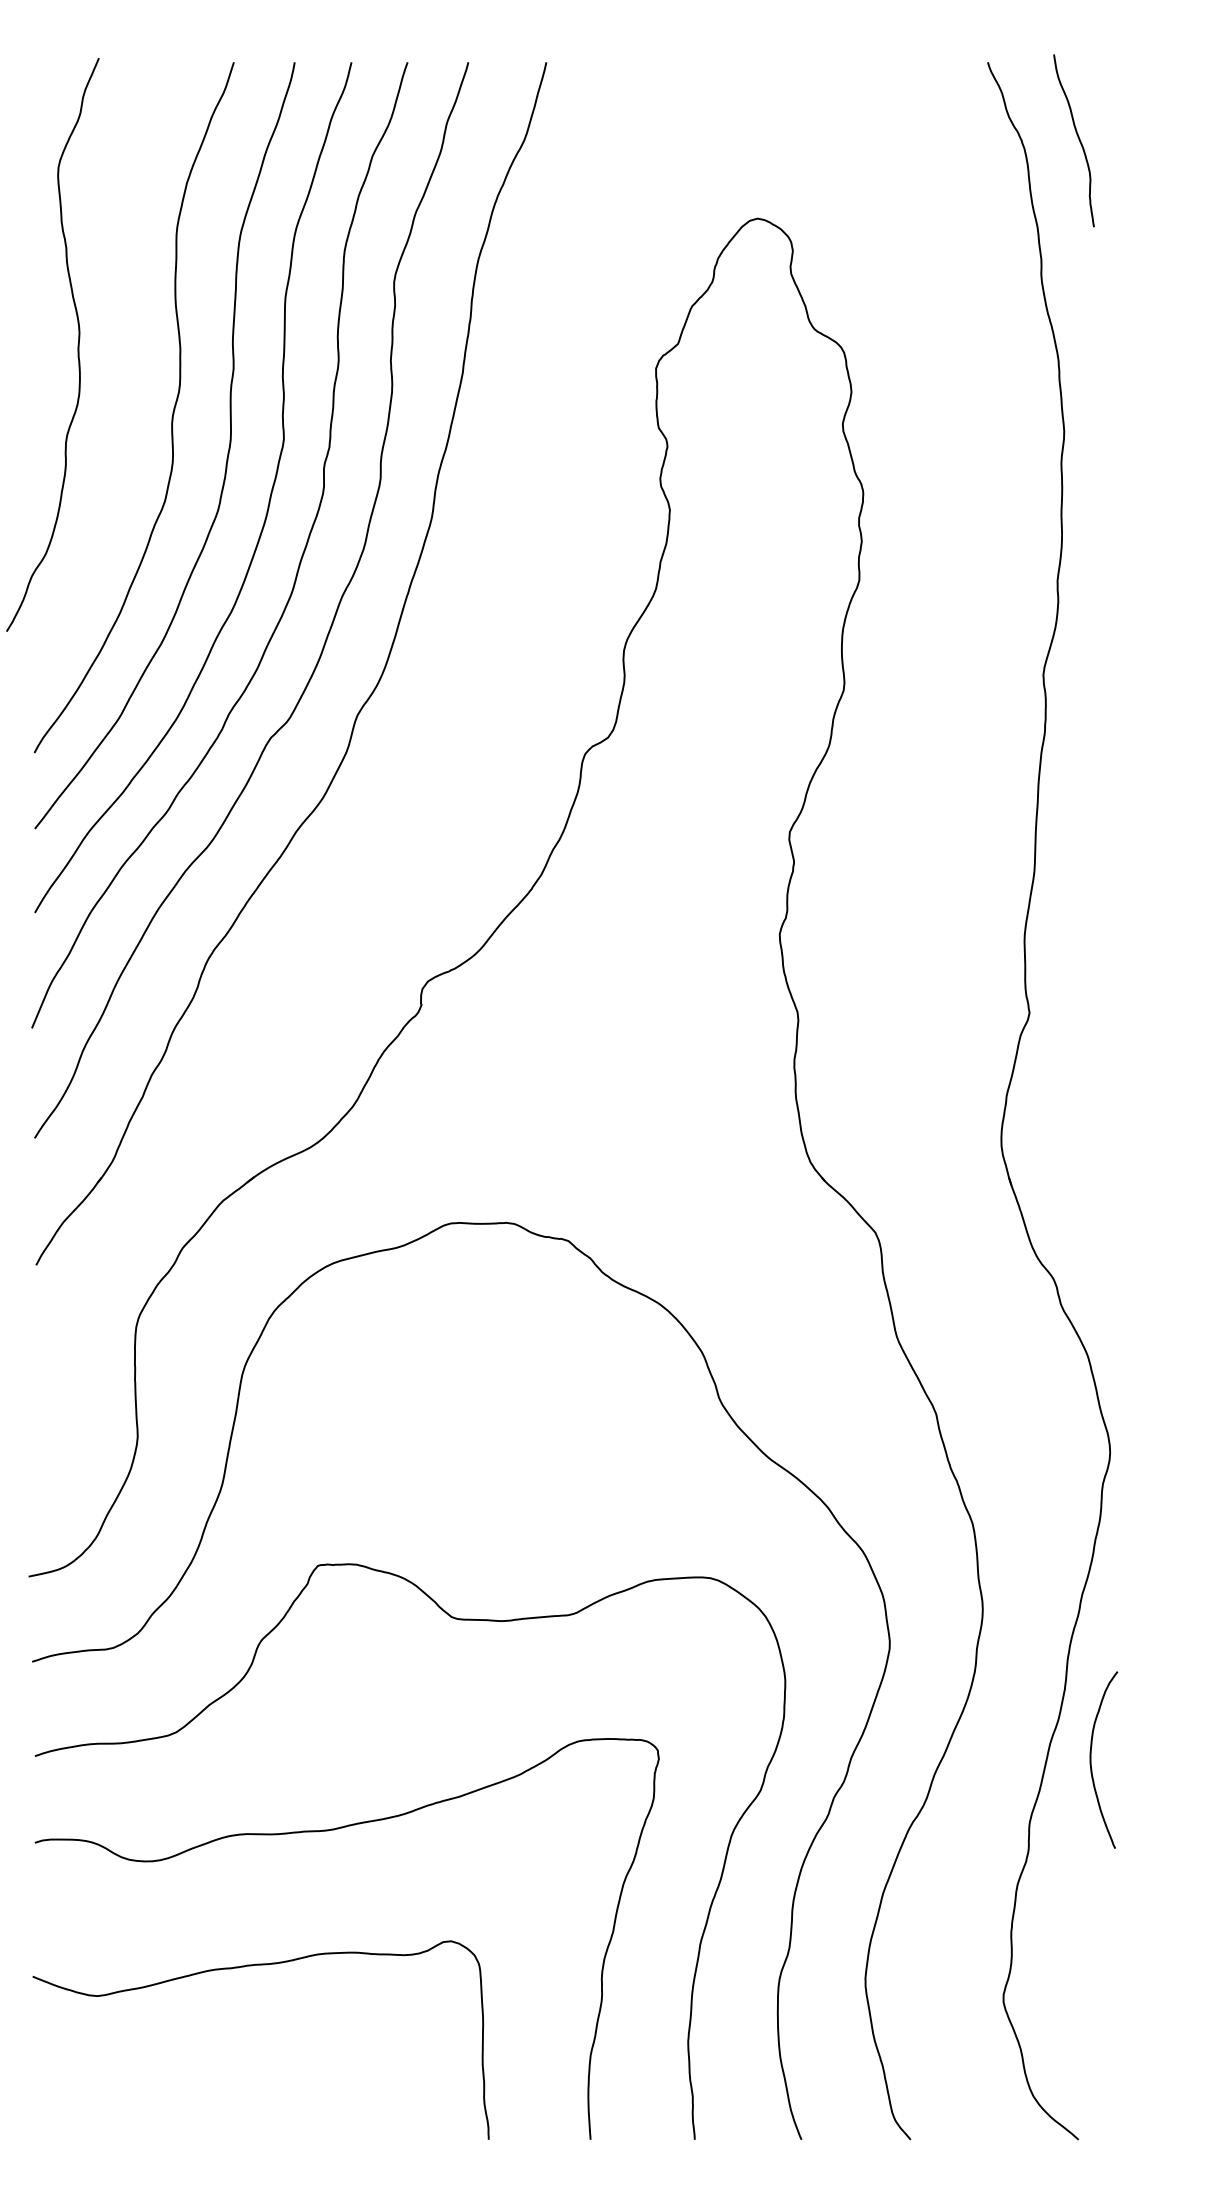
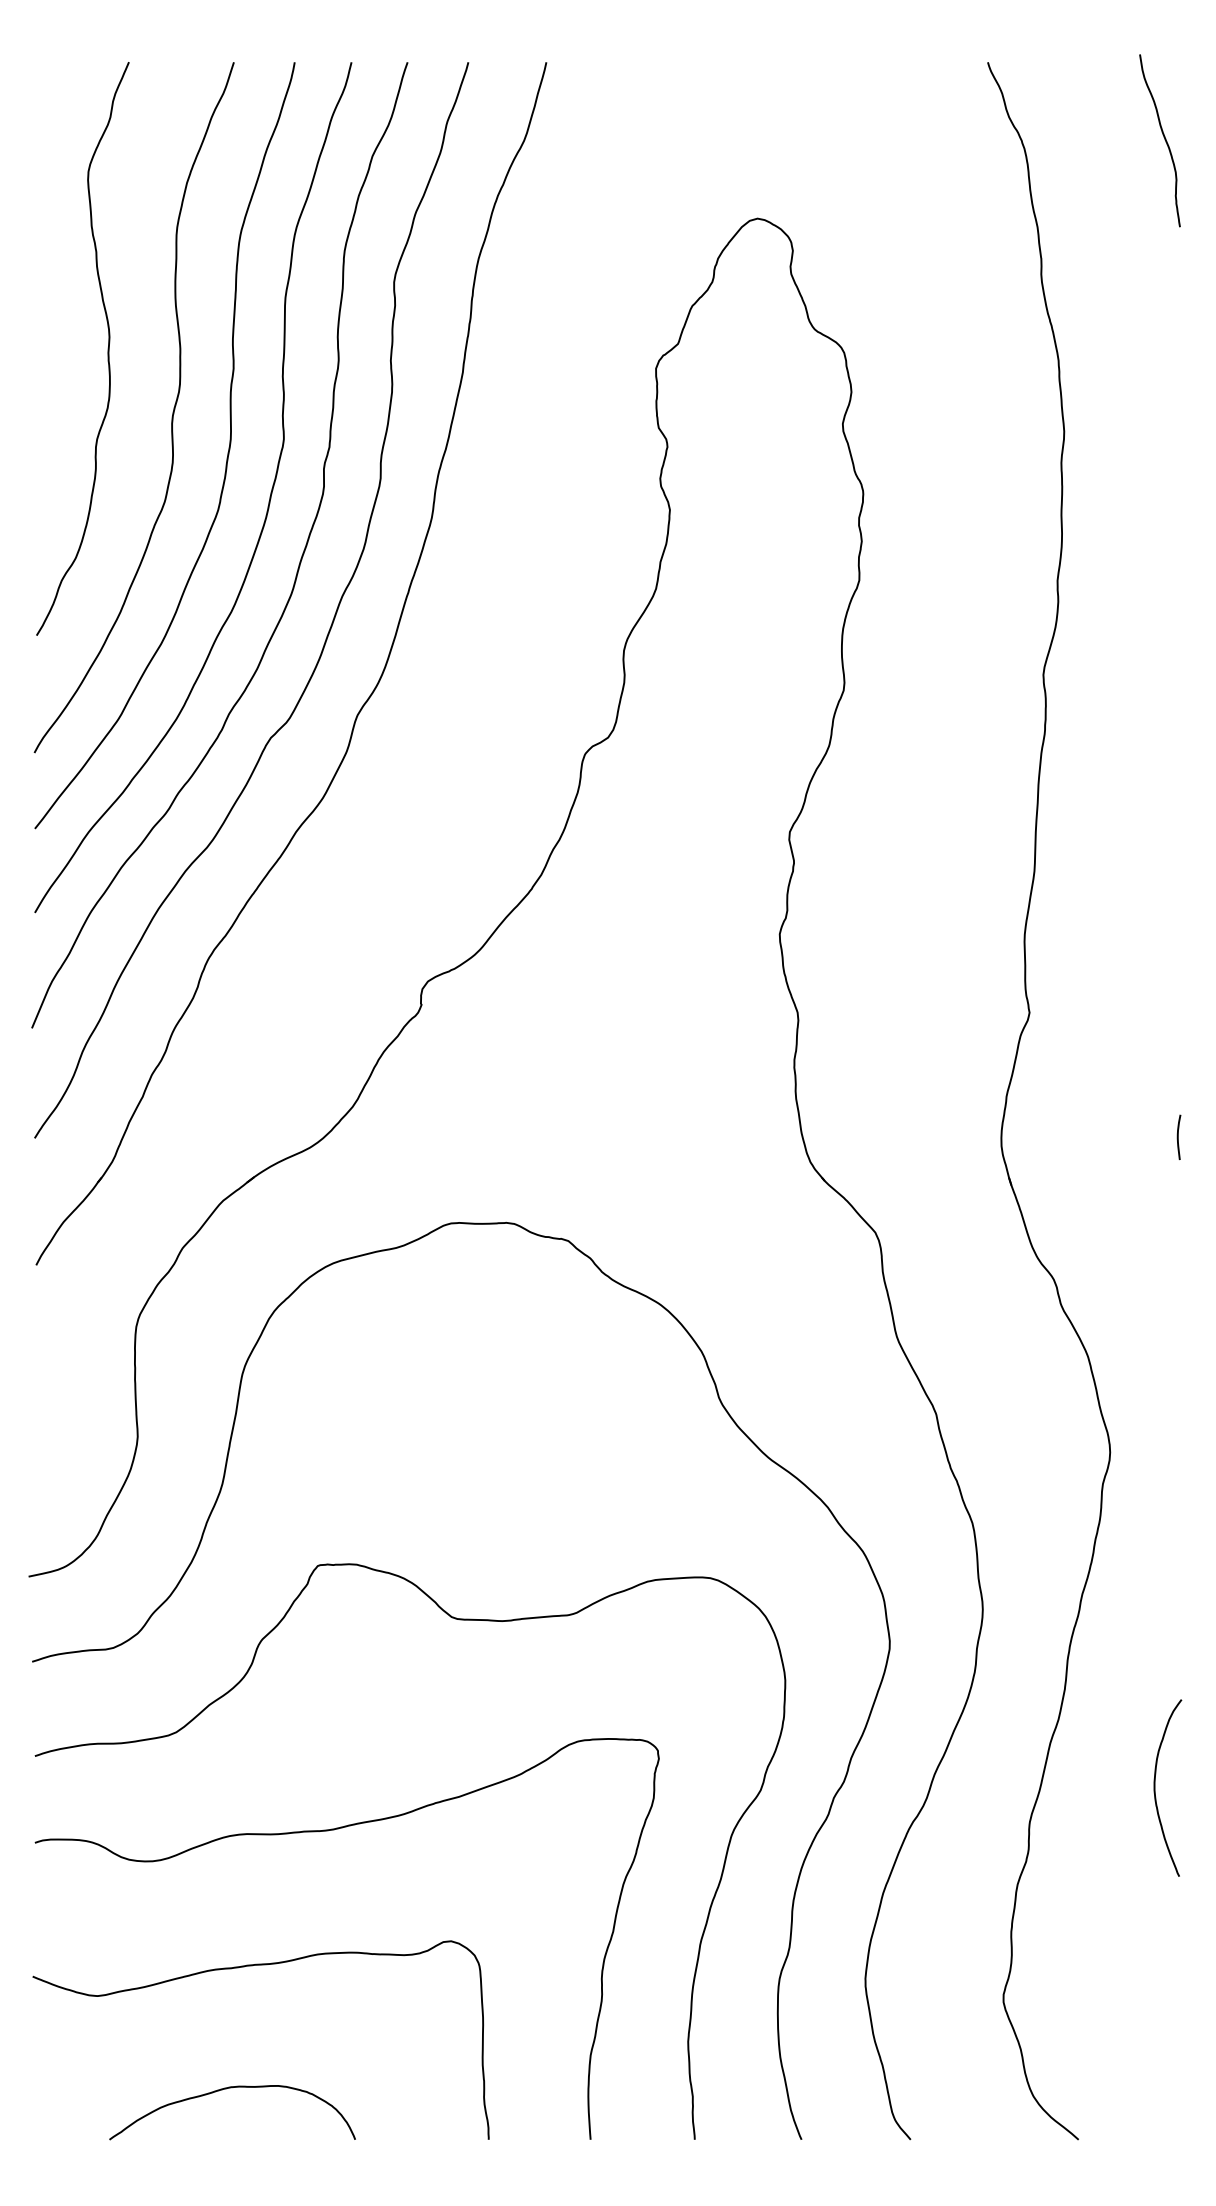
curve at (1077, 137) position: (1077, 137) -> (1163, 137)
curve at (77, 344) position: (77, 344) -> (107, 348)
curve at (1178, 1137): none -> present
curve at (1091, 1759) position: (1091, 1759) -> (1155, 1787)
curve at (226, 2089): none -> present
